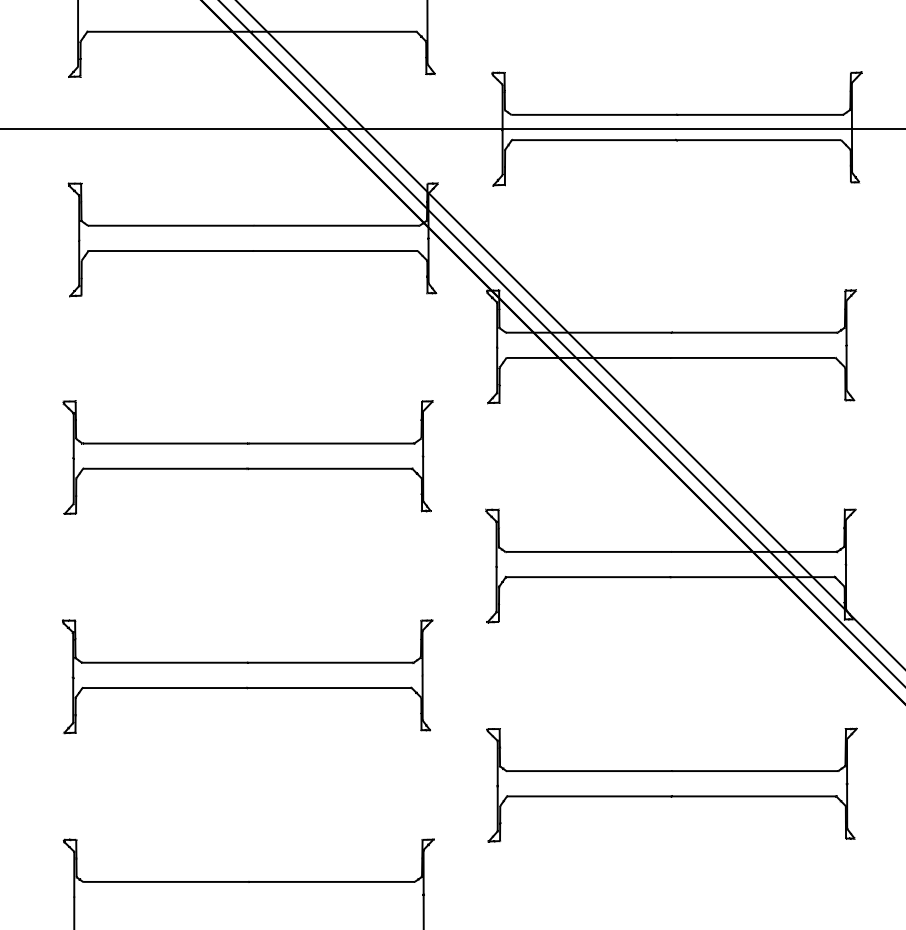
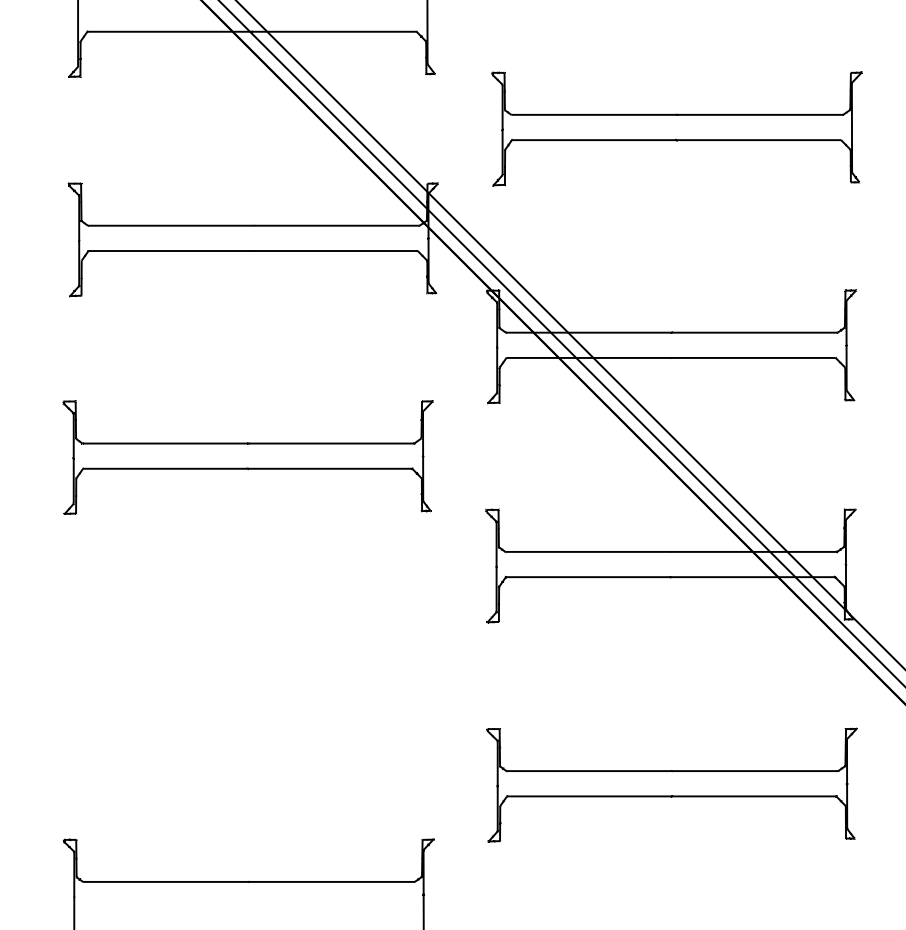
line at (452, 129): present -> none
part at (247, 676): present -> none
